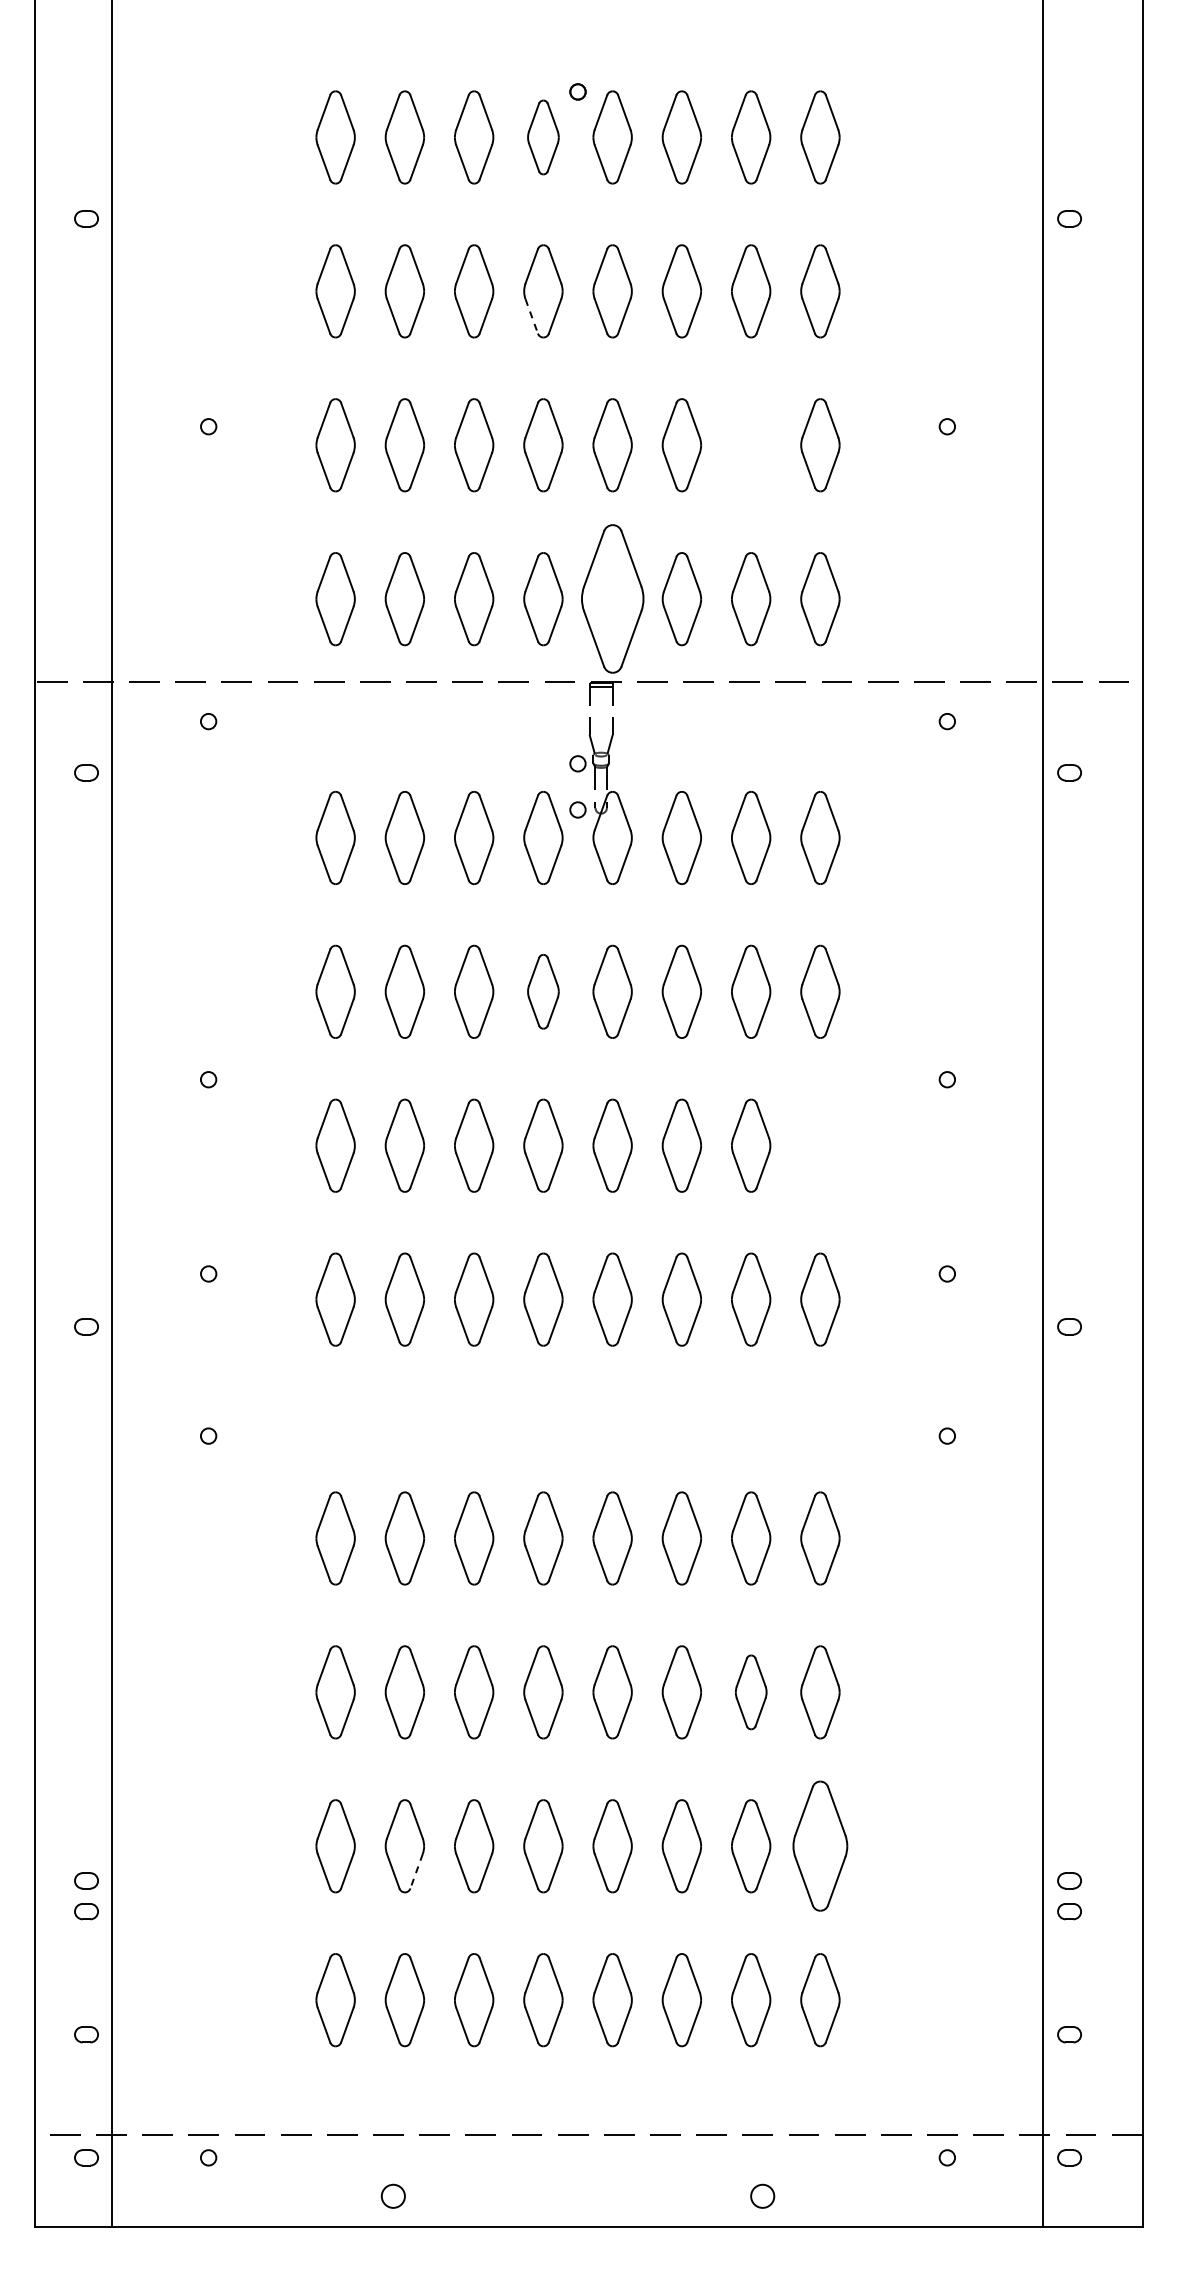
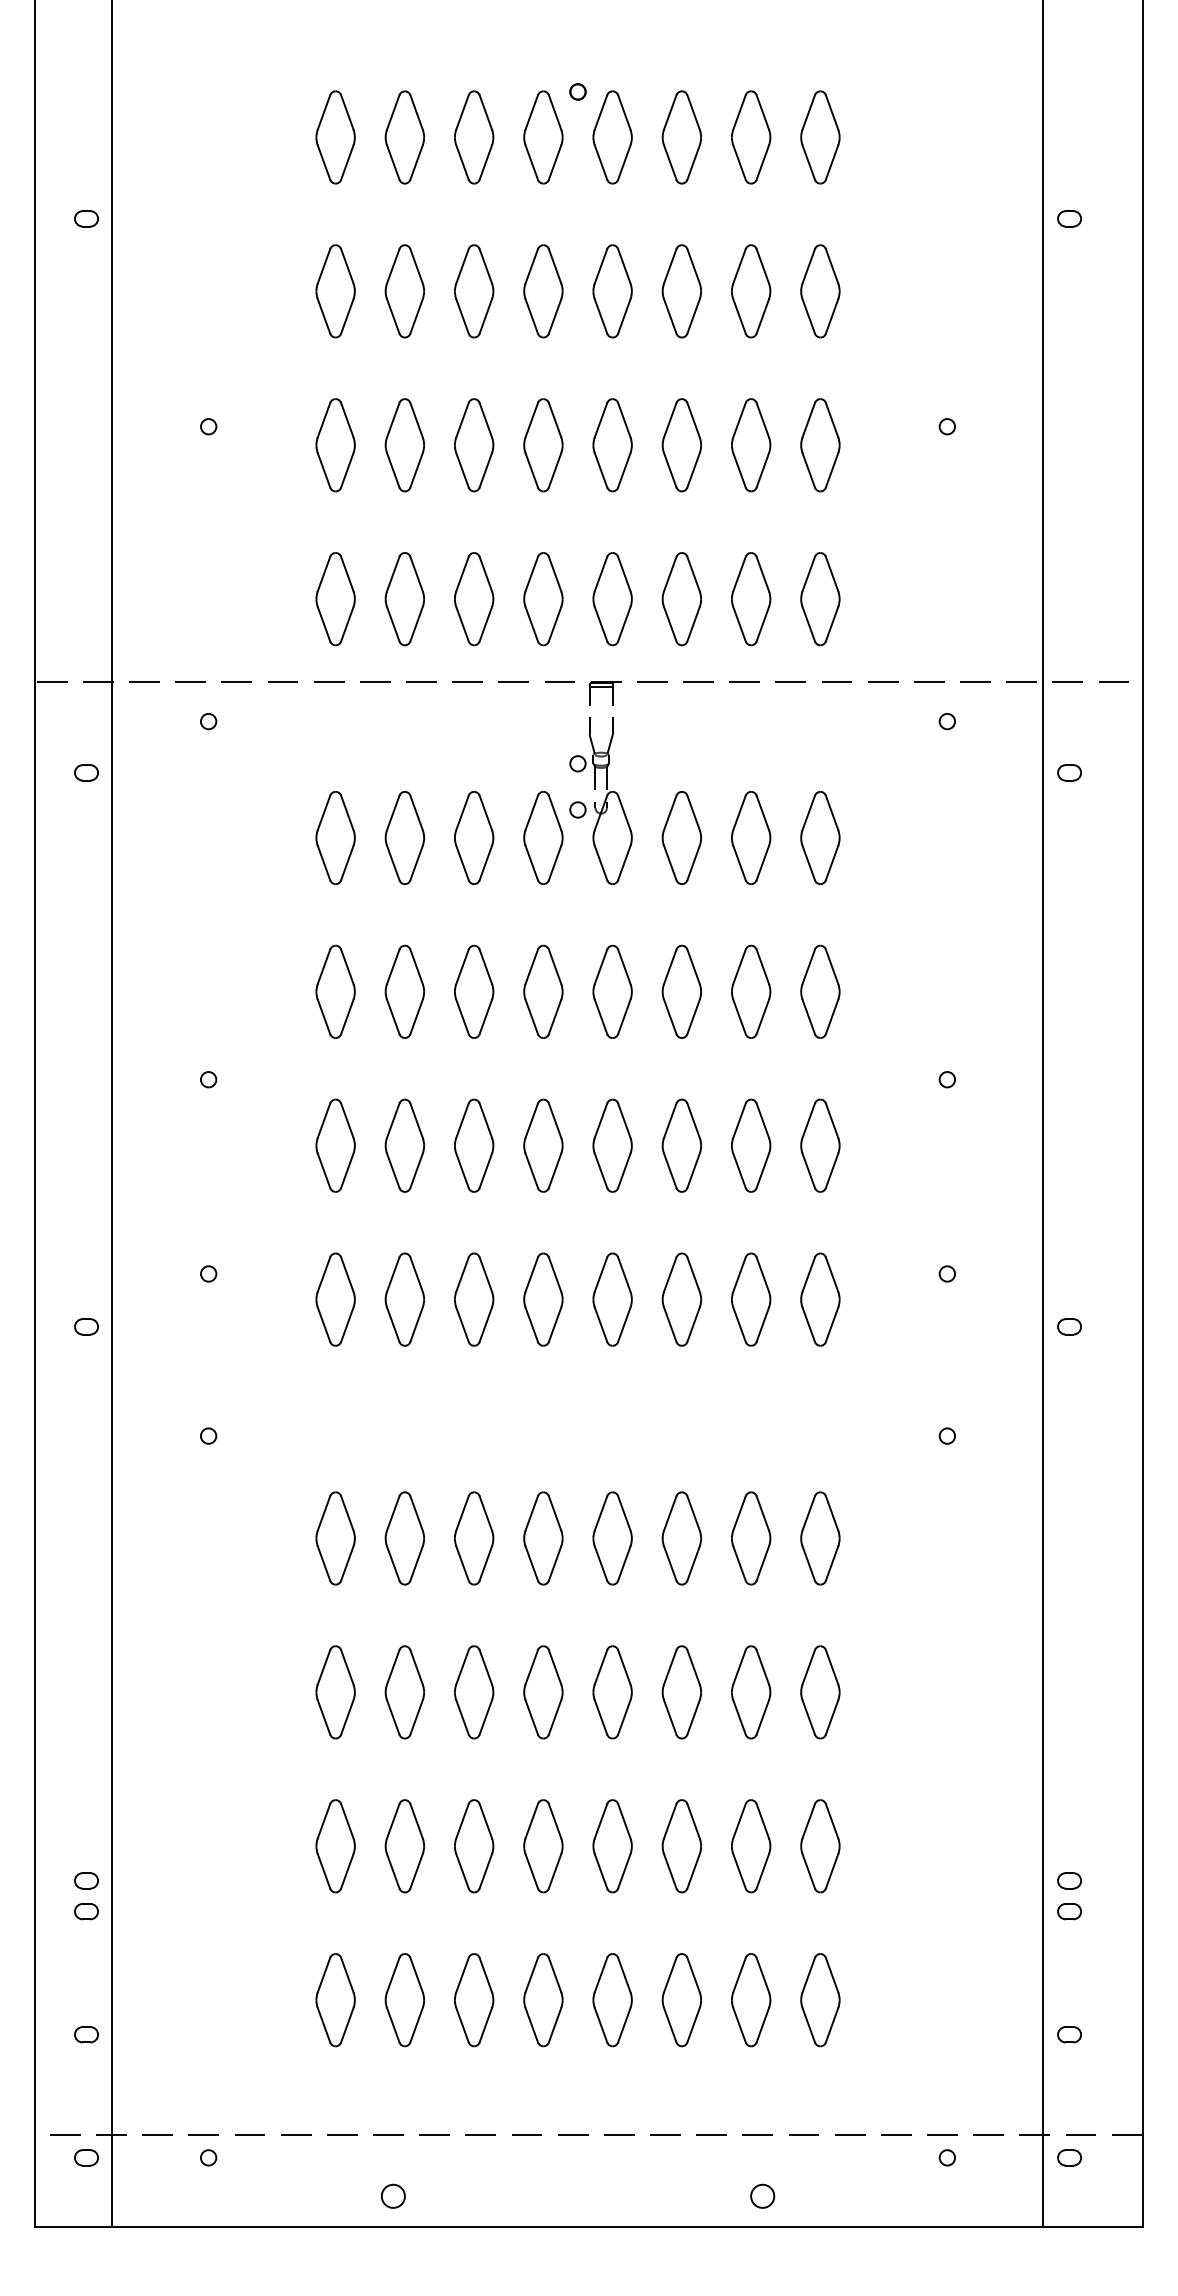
part at (543, 137) size: 33x77 px -> 41x95 px
line at (531, 316): dashed -> solid
part at (751, 445): none -> present
part at (612, 598) size: 64x150 px -> 41x95 px
part at (543, 991) size: 33x76 px -> 41x95 px
part at (820, 1145): none -> present
part at (751, 1692) size: 33x77 px -> 41x95 px
part at (820, 1845) size: 57x132 px -> 41x95 px
line at (416, 1871): dashed -> solid
